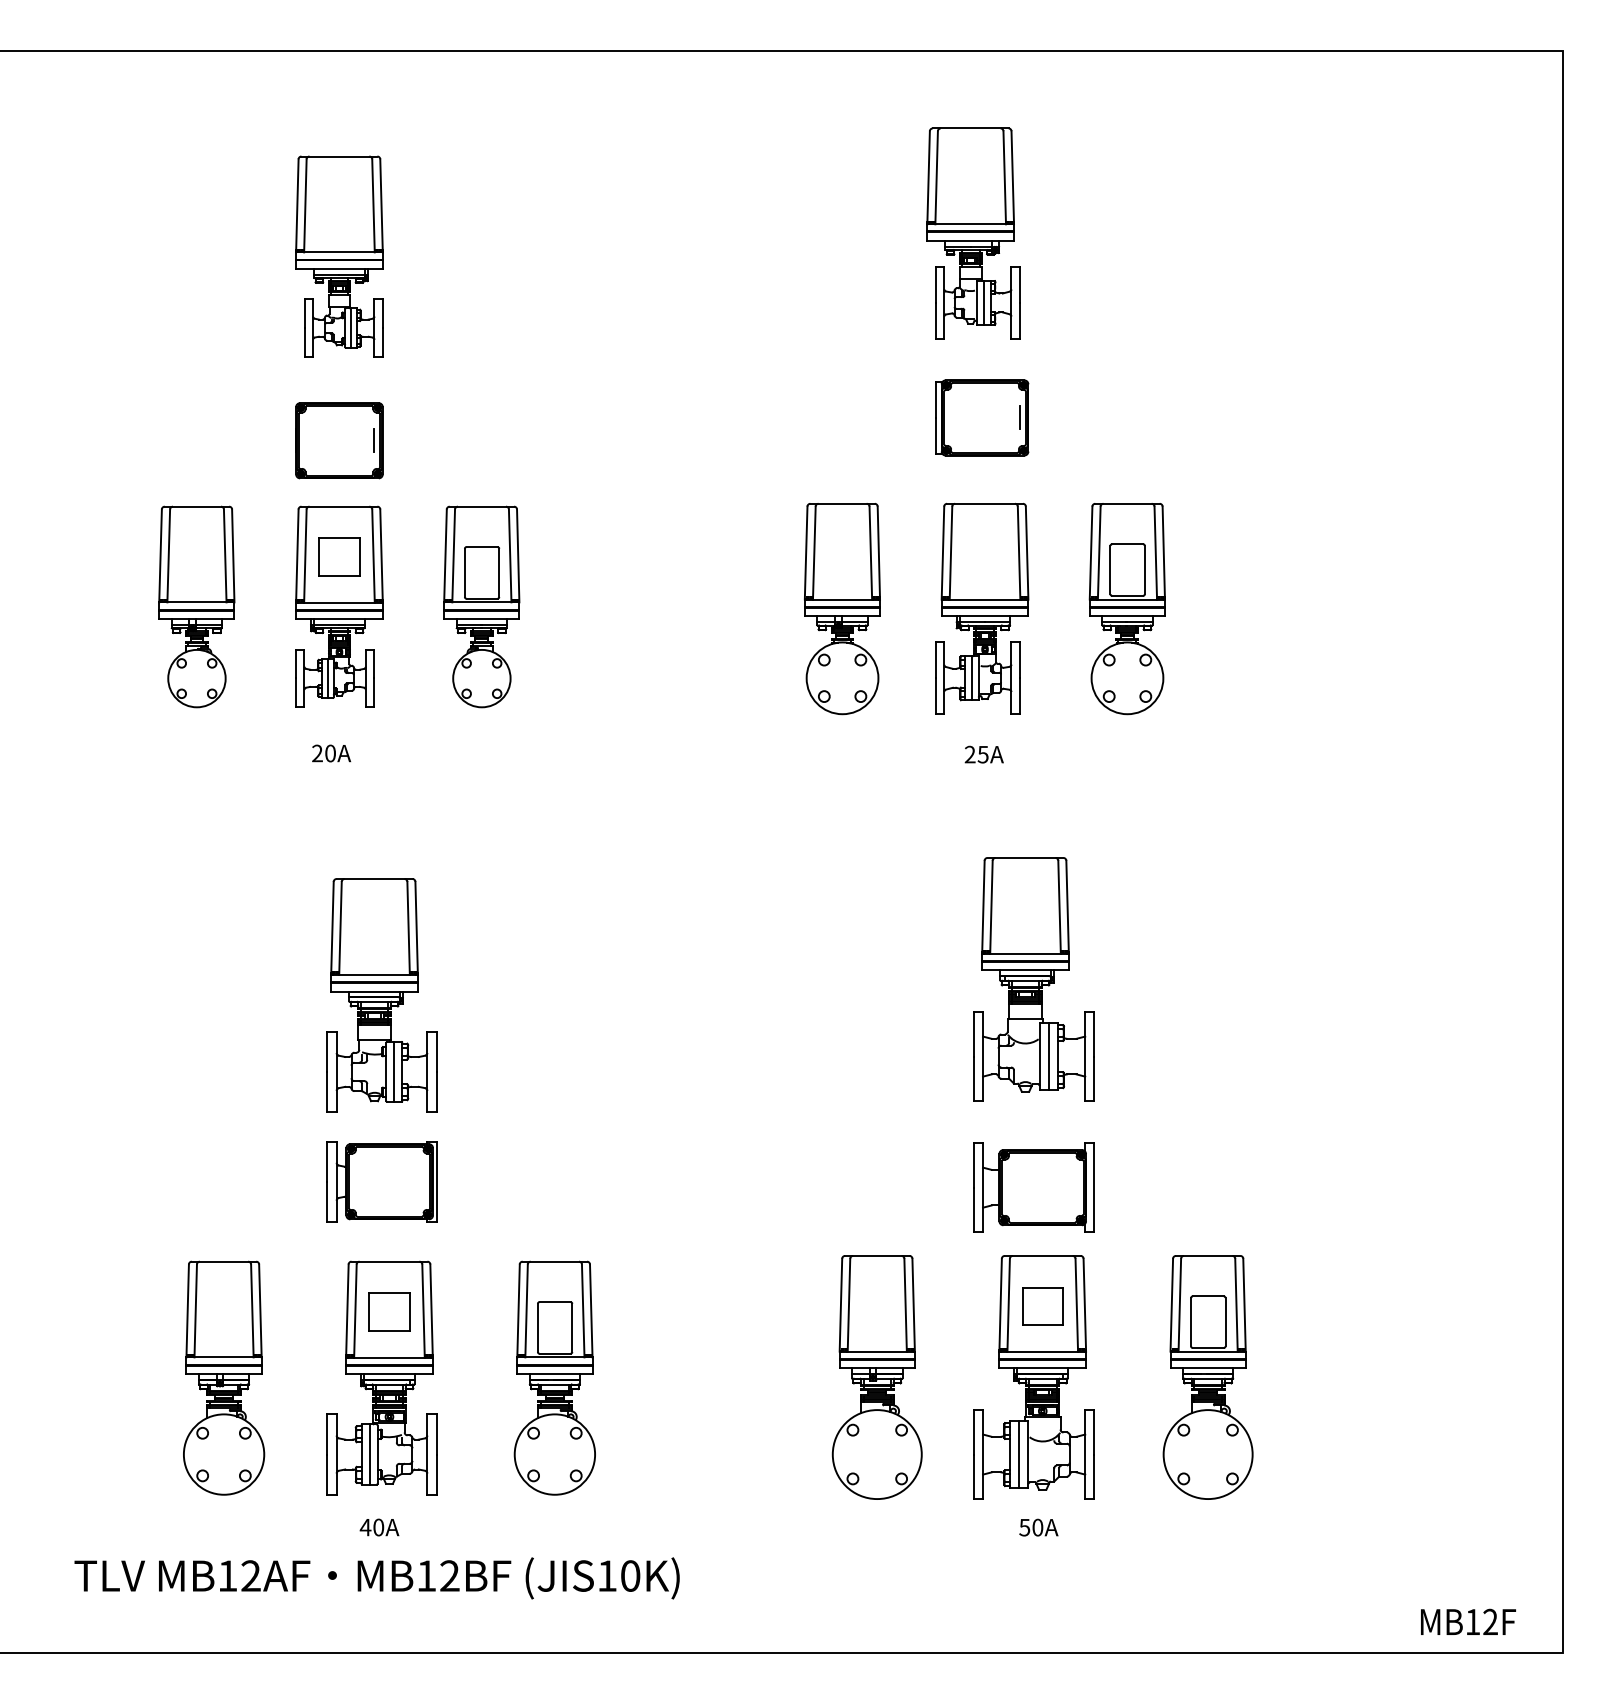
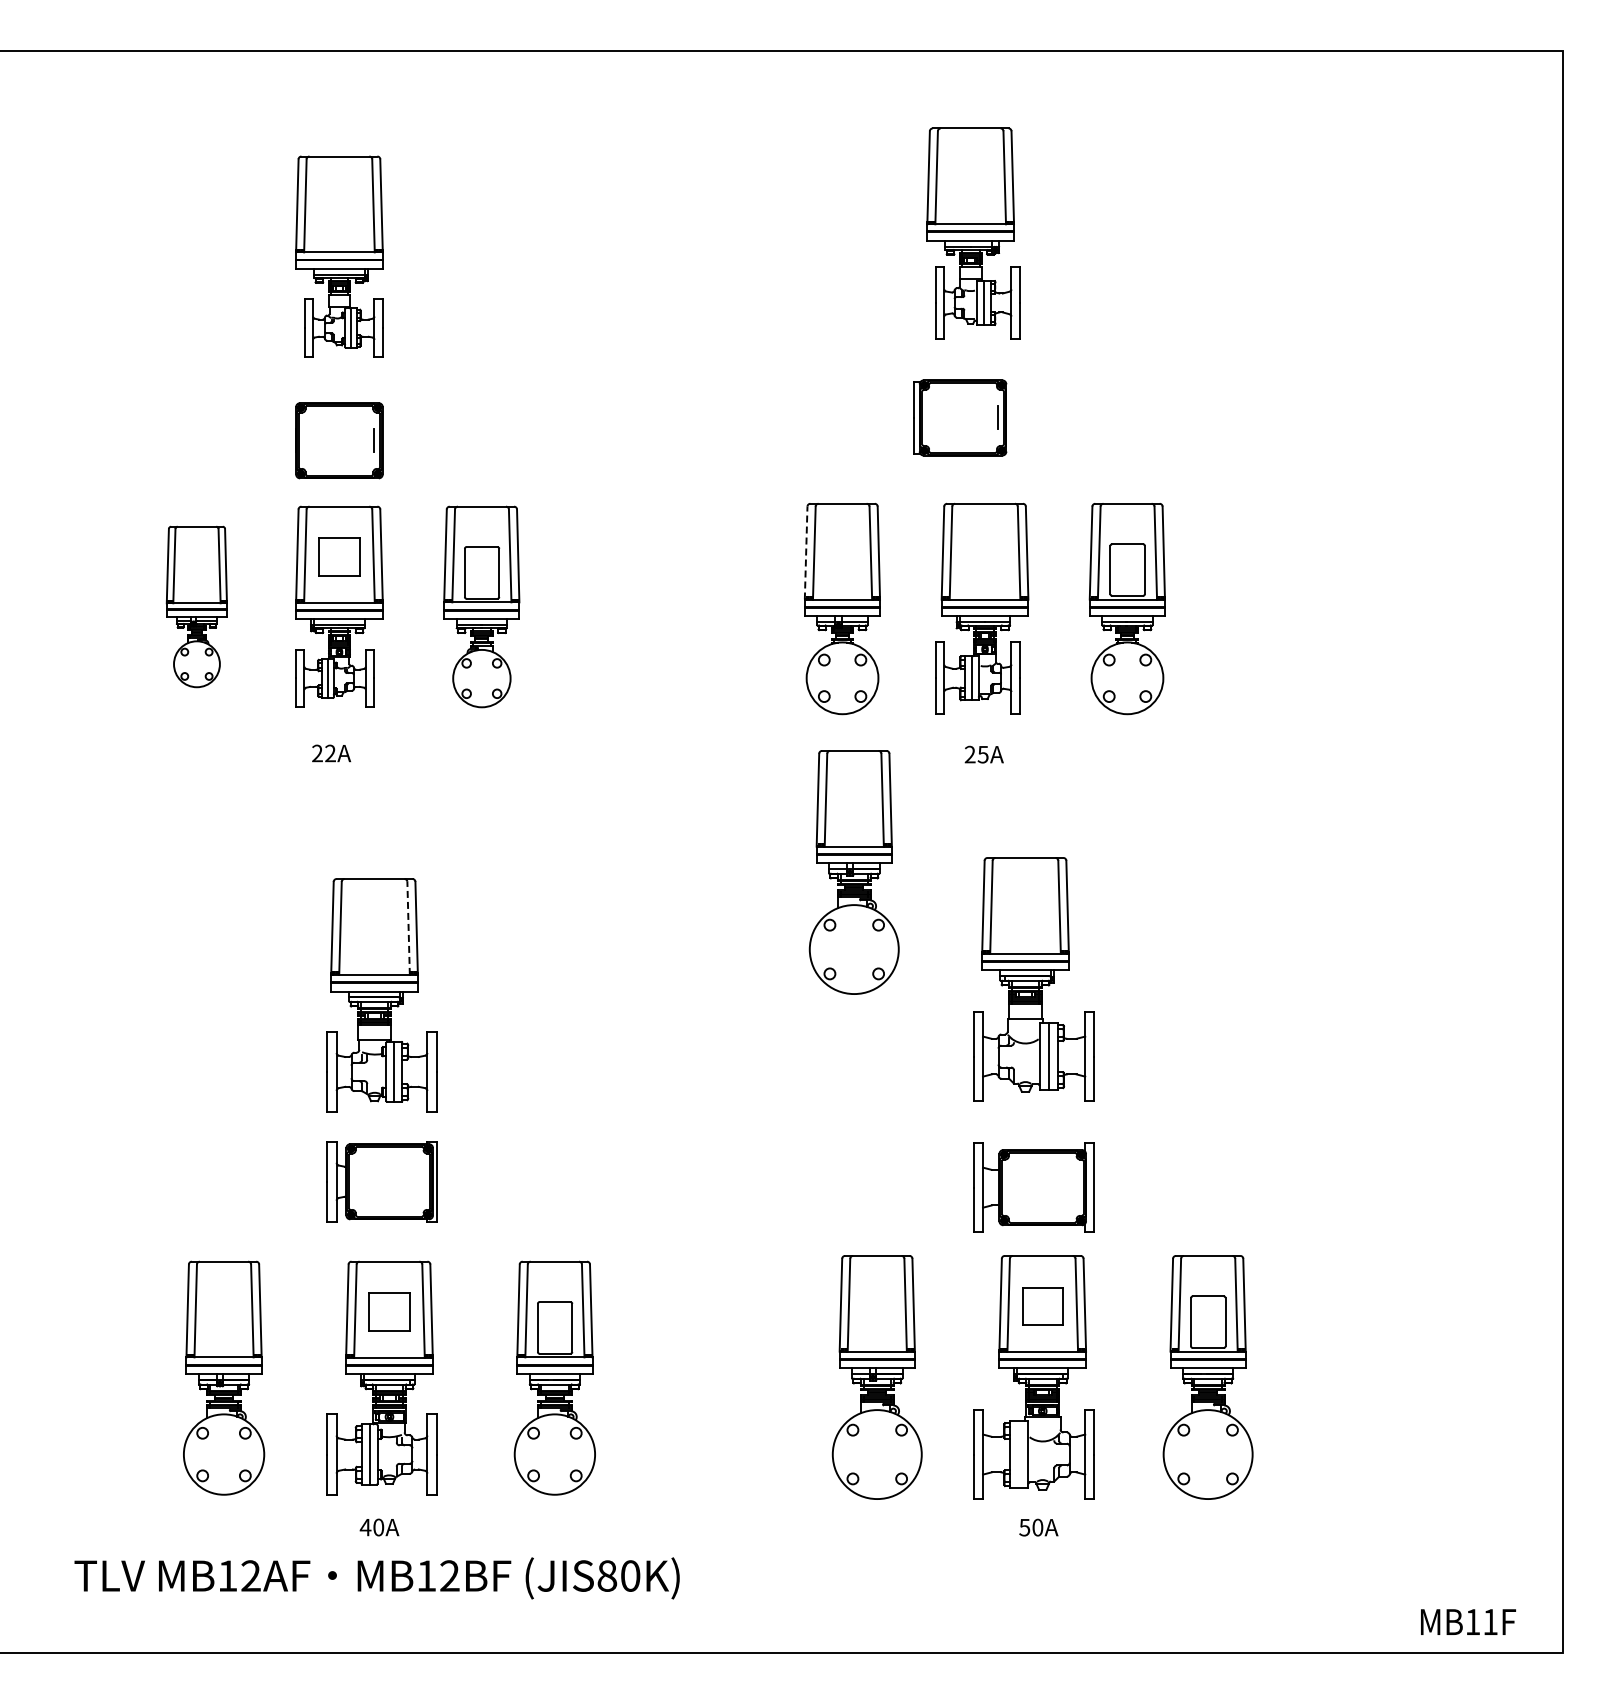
part at (982, 417) position: (982, 417) -> (960, 417)
line at (806, 552): solid -> dashed
part at (196, 606) size: 78x204 px -> 63x164 px
text at (330, 753): 20A -> 22A
part at (853, 872): none -> present
line at (408, 928): solid -> dashed
line at (1019, 1454): present -> none
text at (607, 1575): (JIS10K) -> (JIS80K)
text at (1490, 1621): MB12F -> MB11F
